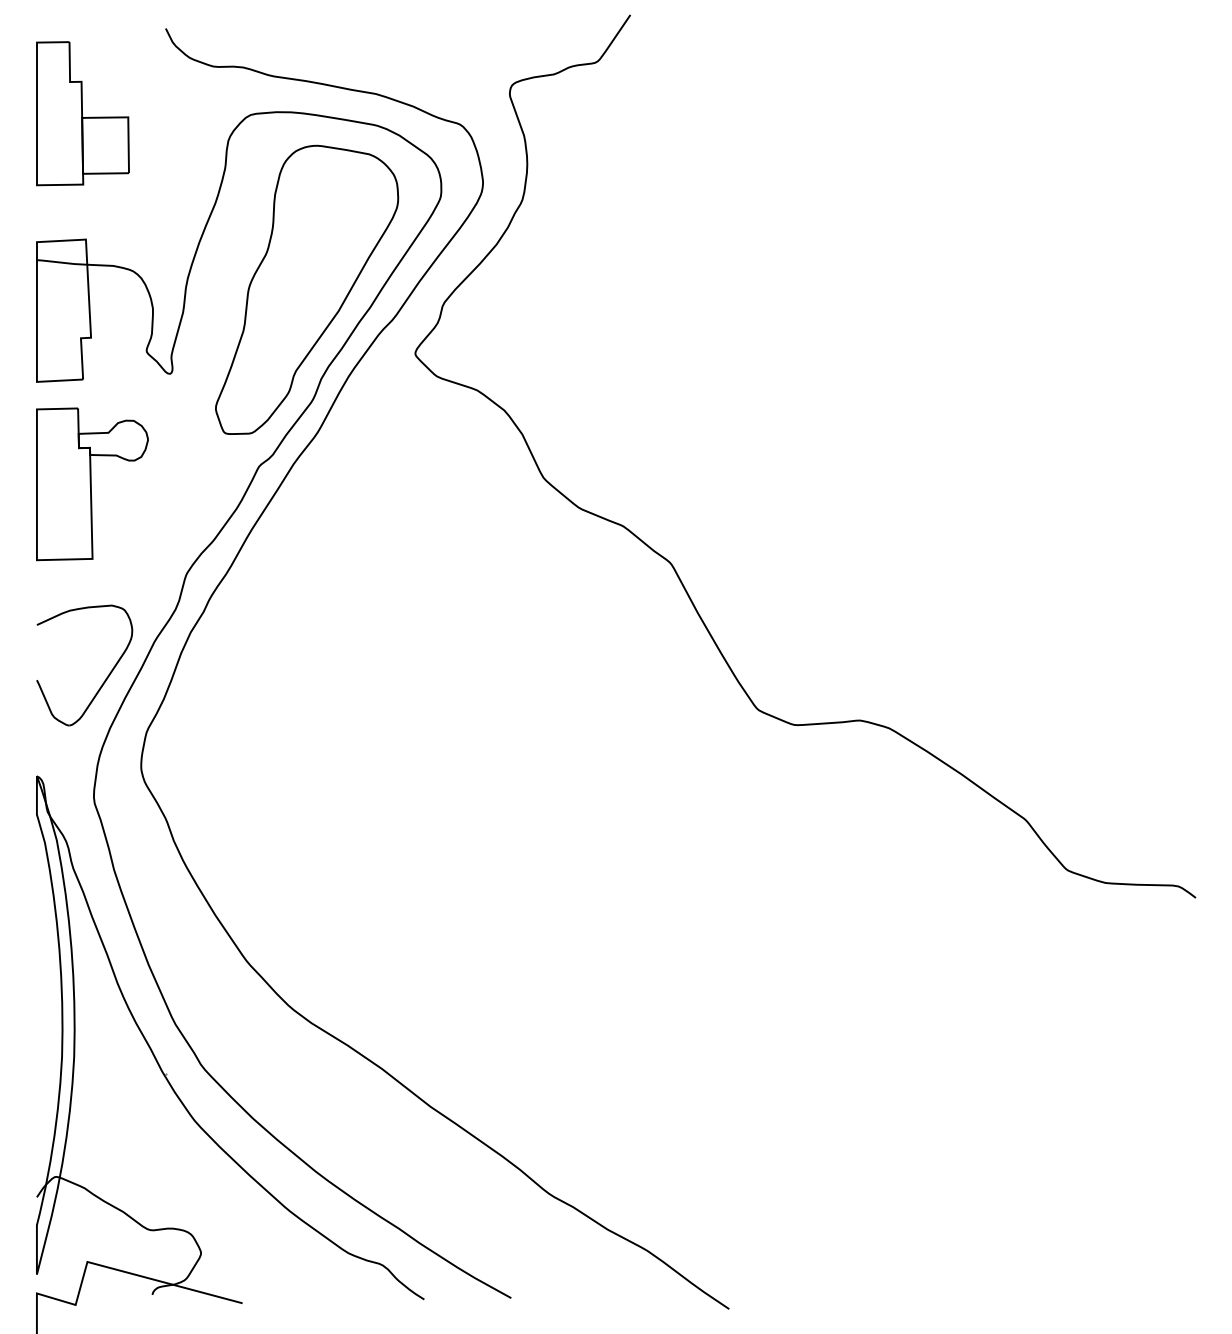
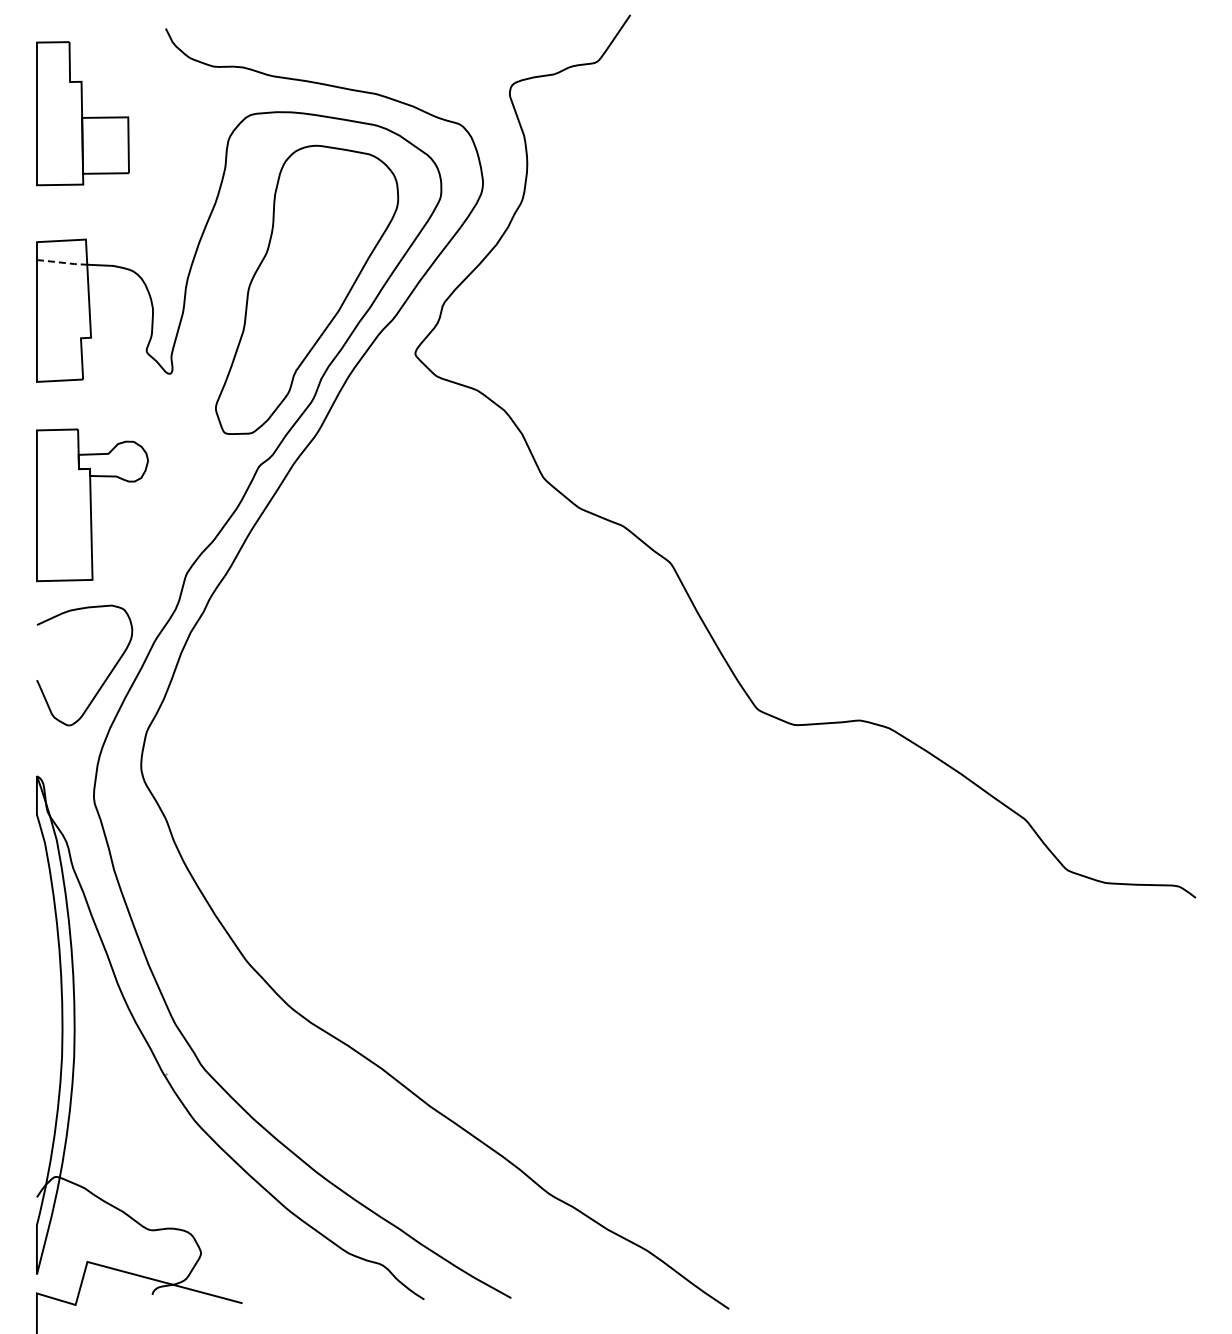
line at (62, 262): solid -> dashed
part at (92, 484) position: (92, 484) -> (92, 505)
